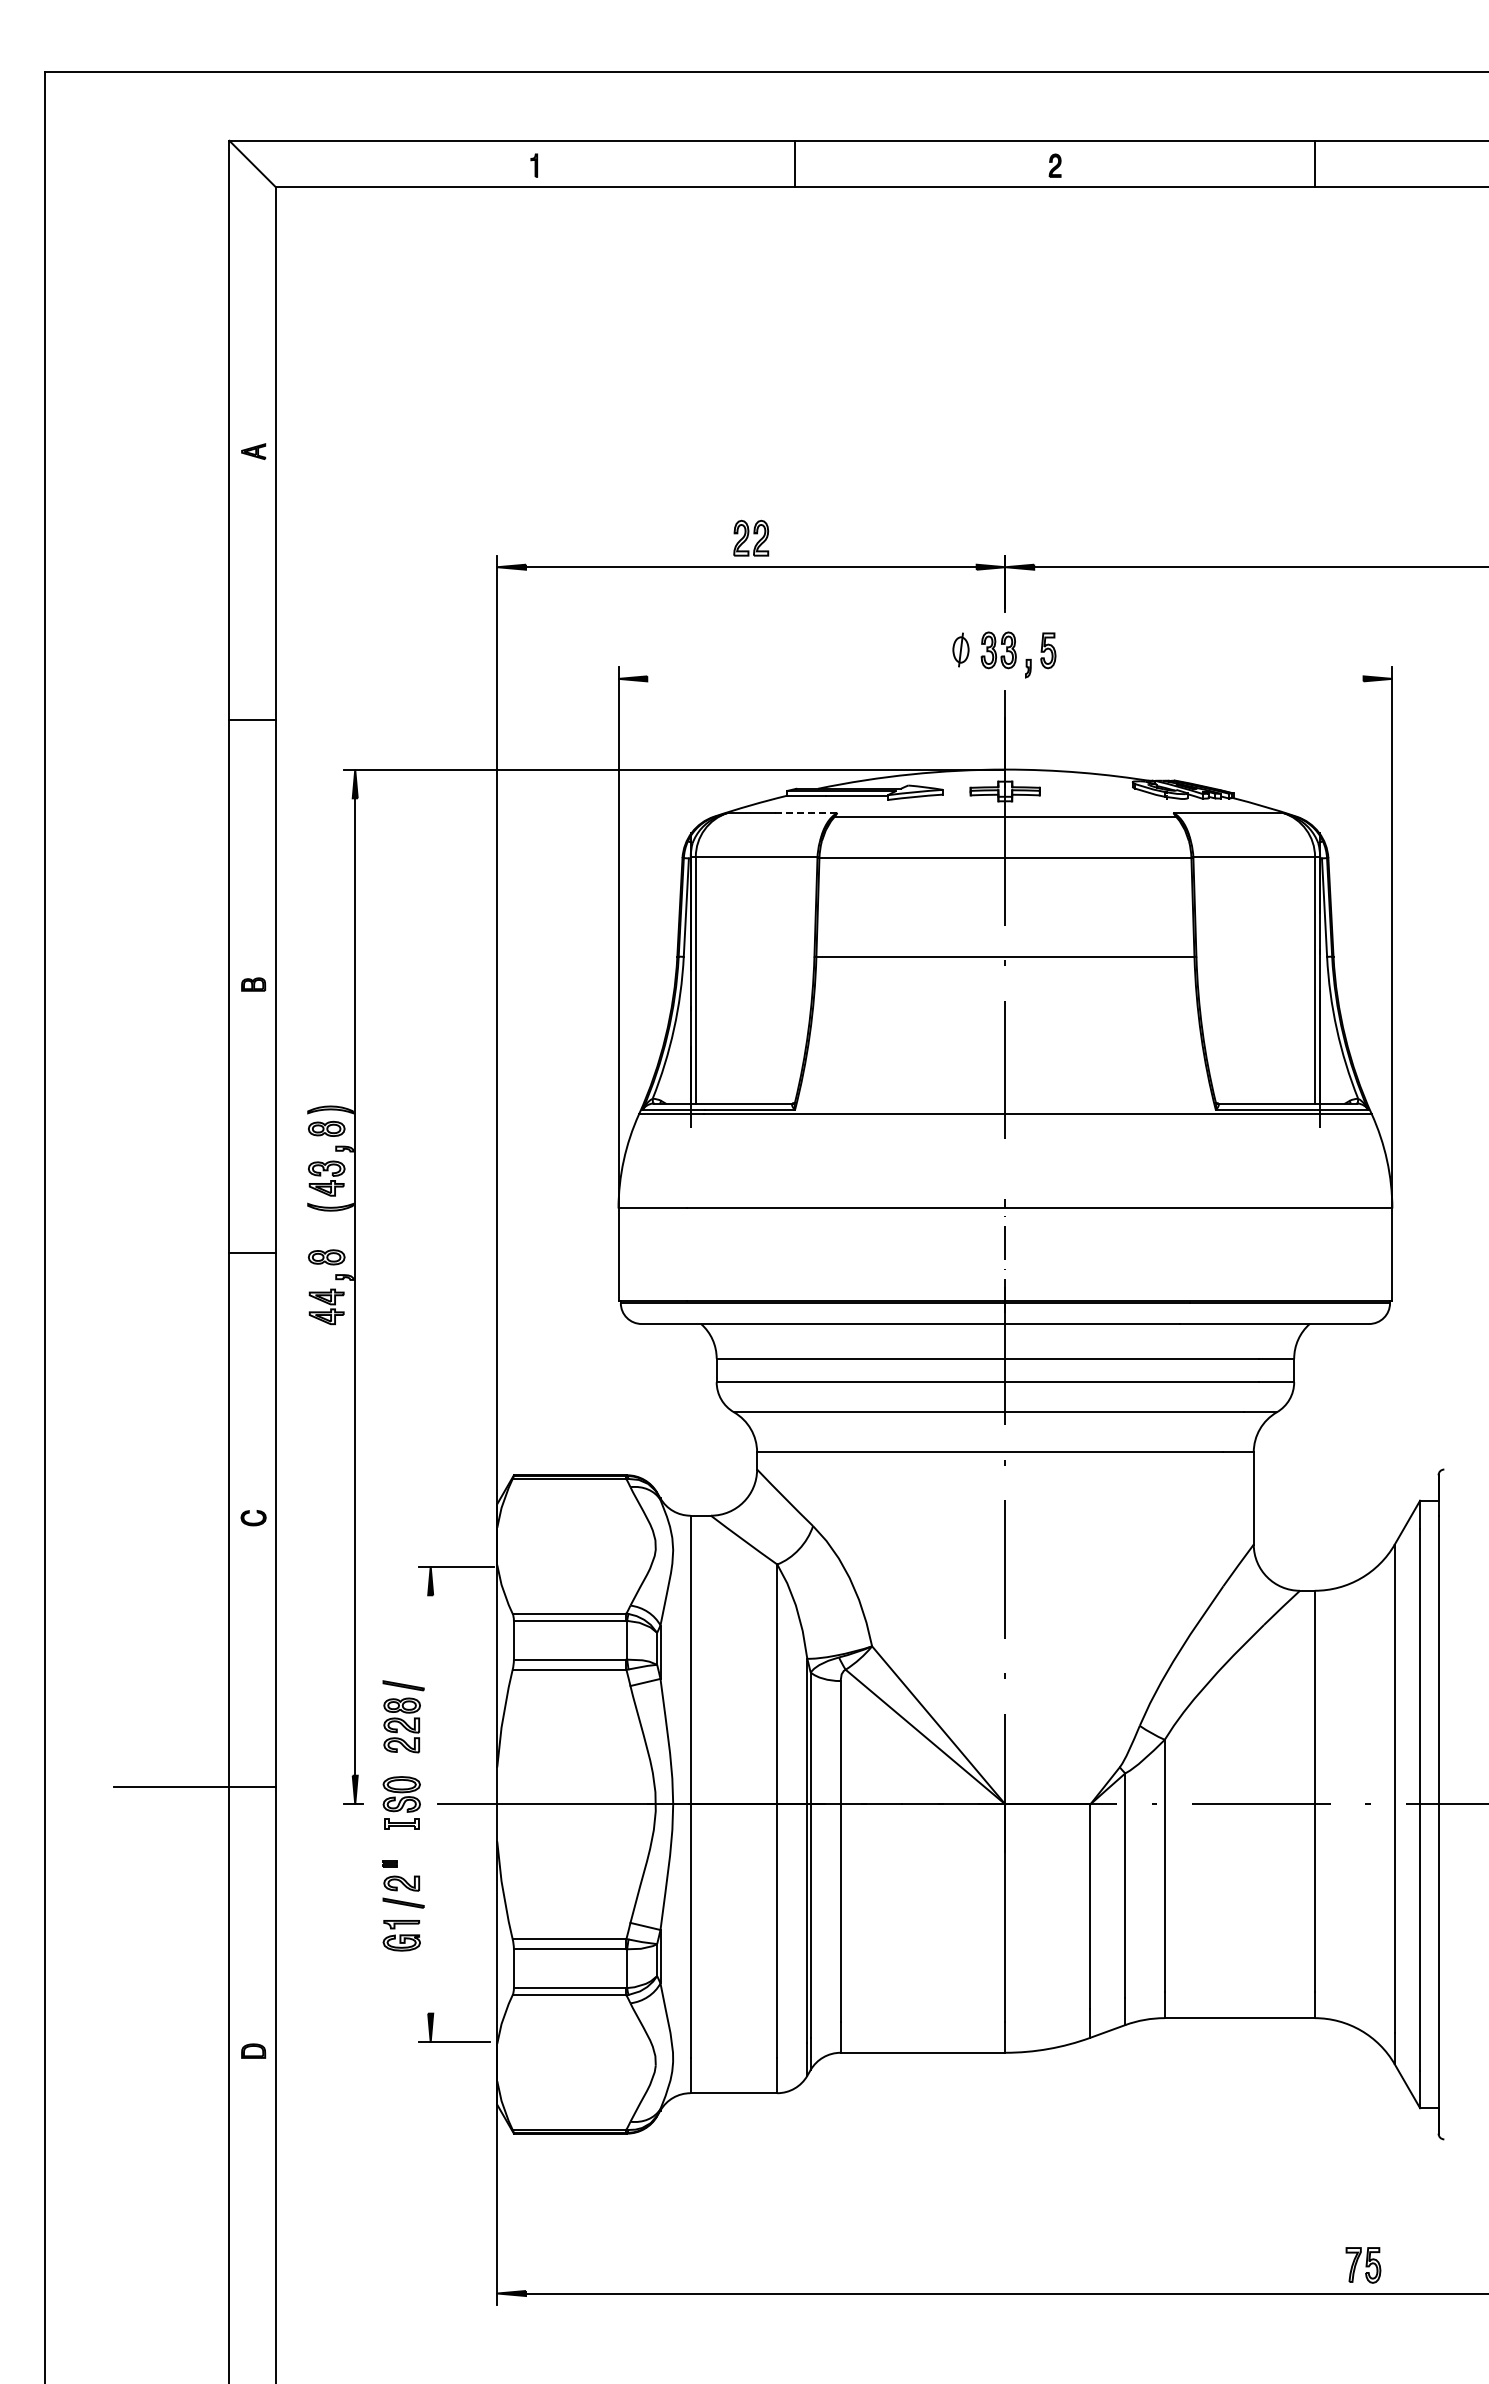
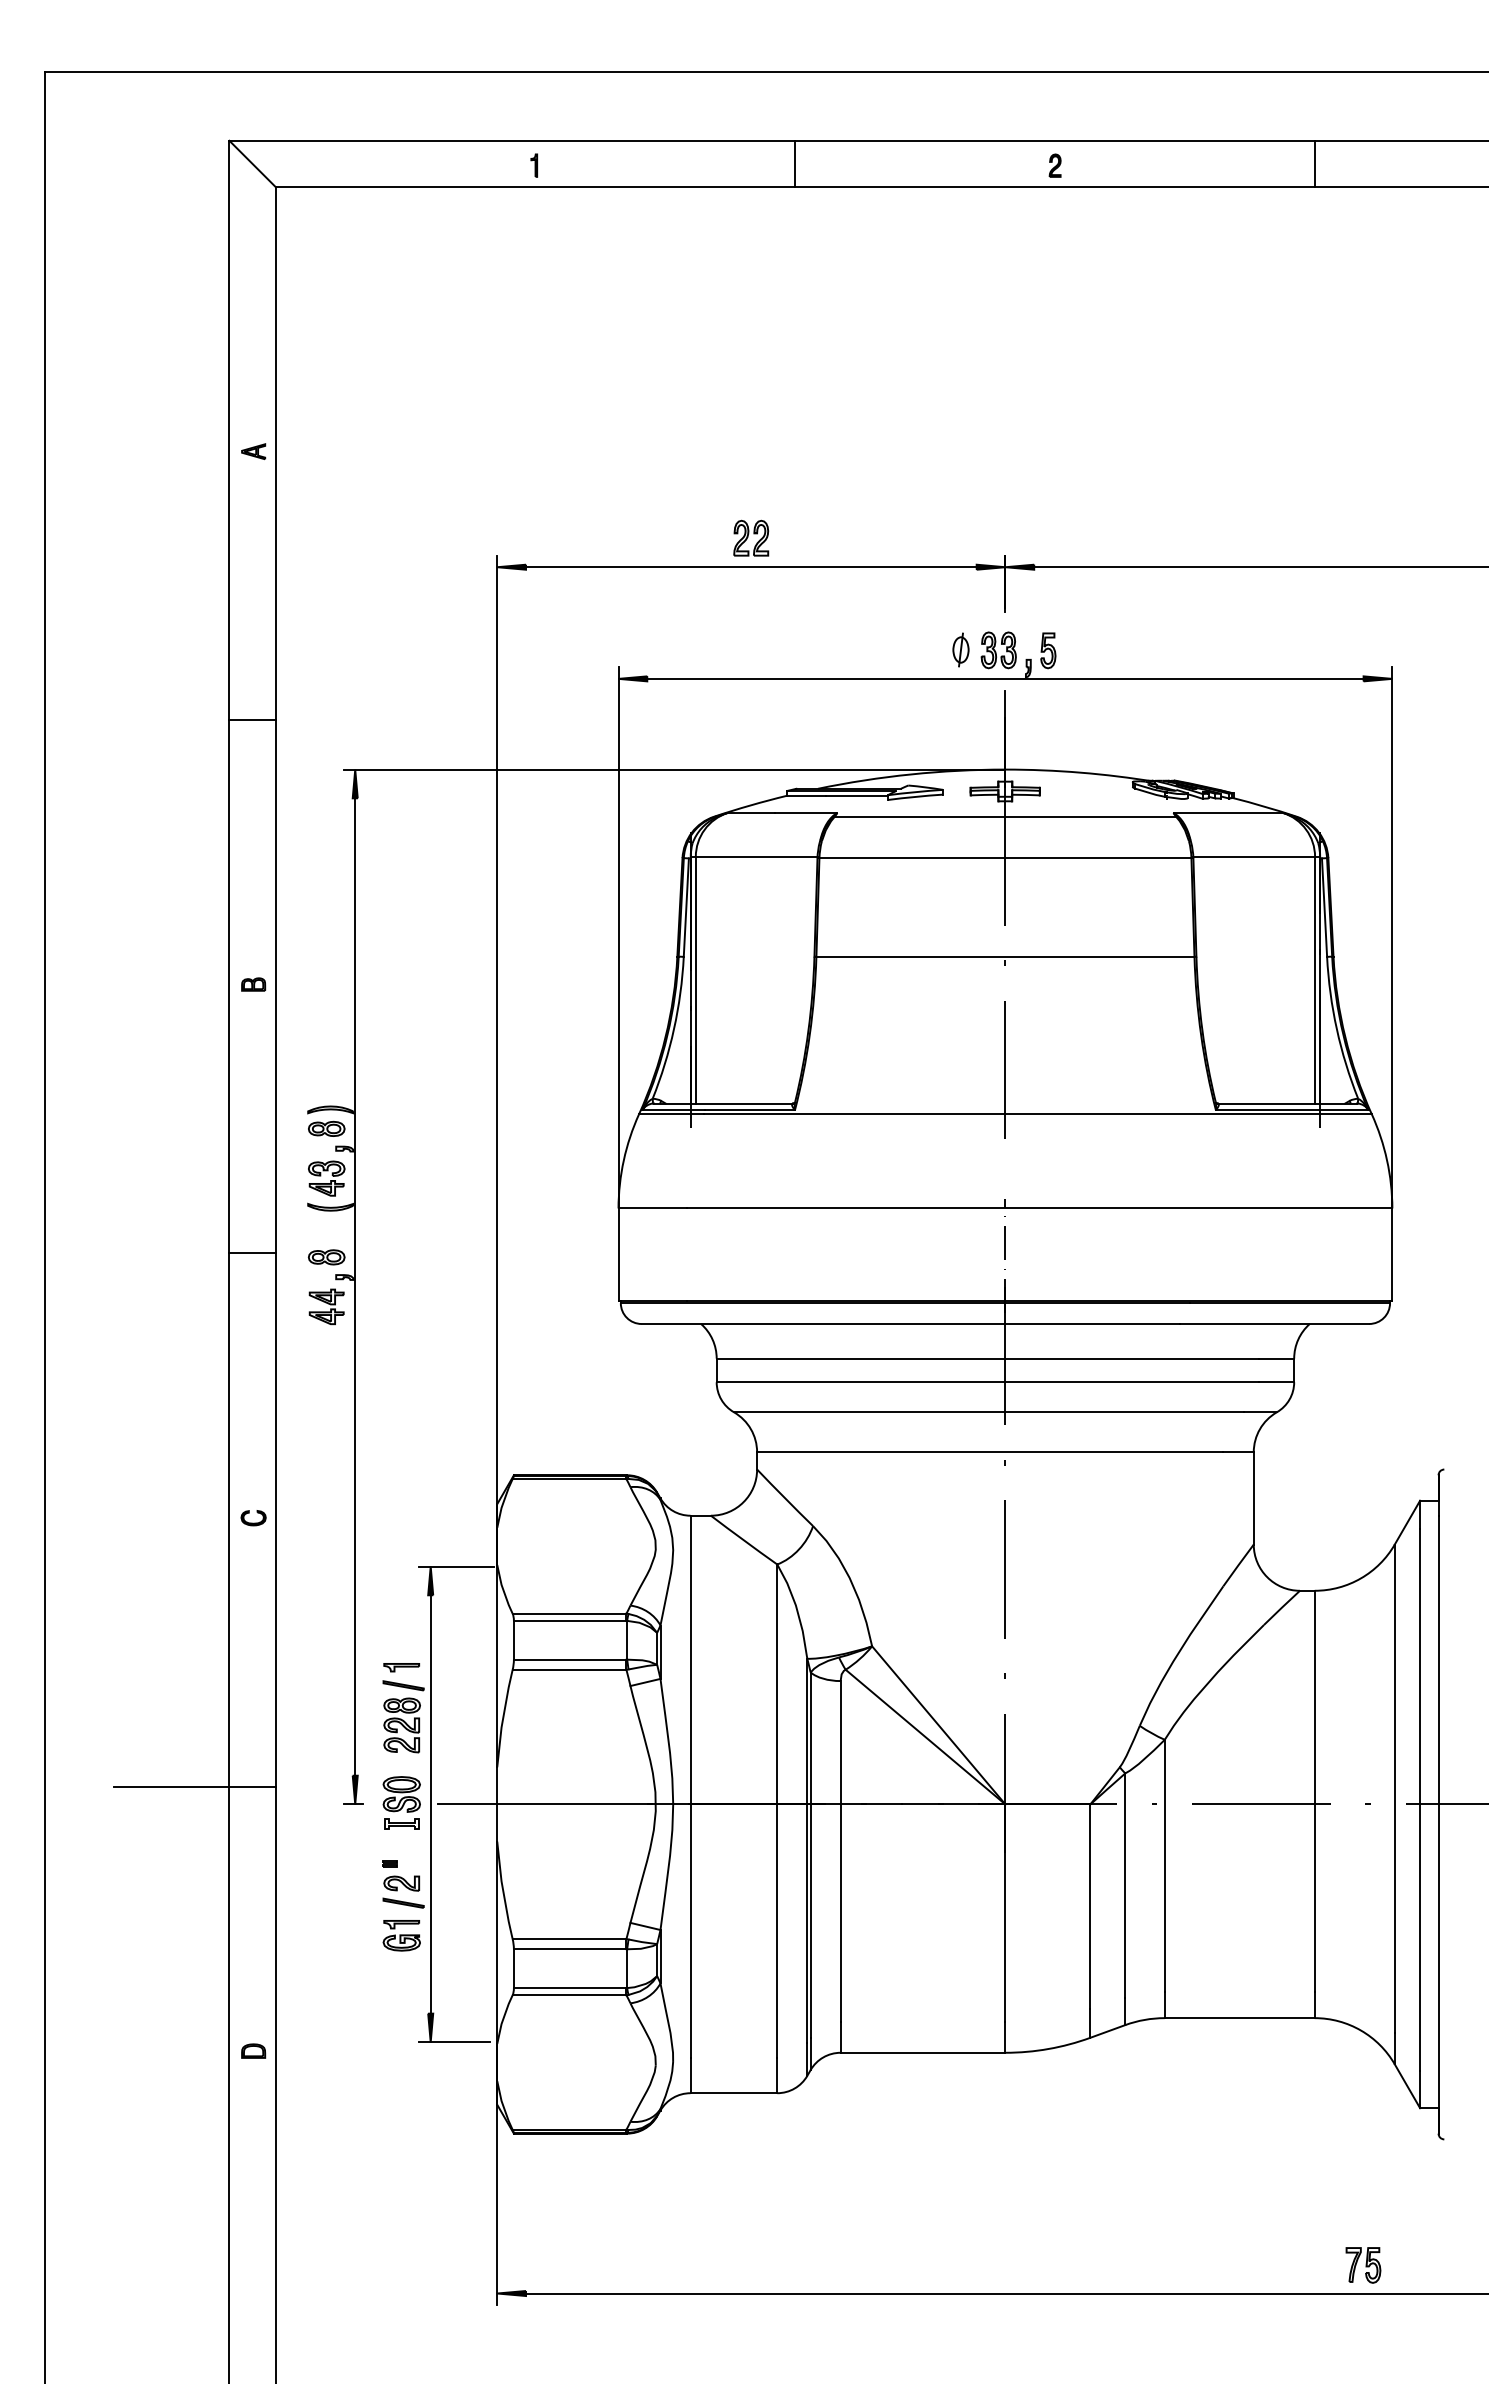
line at (1005, 678): none -> present
line at (806, 812): dashed -> solid
part at (401, 1667): none -> present
line at (430, 1804): none -> present
